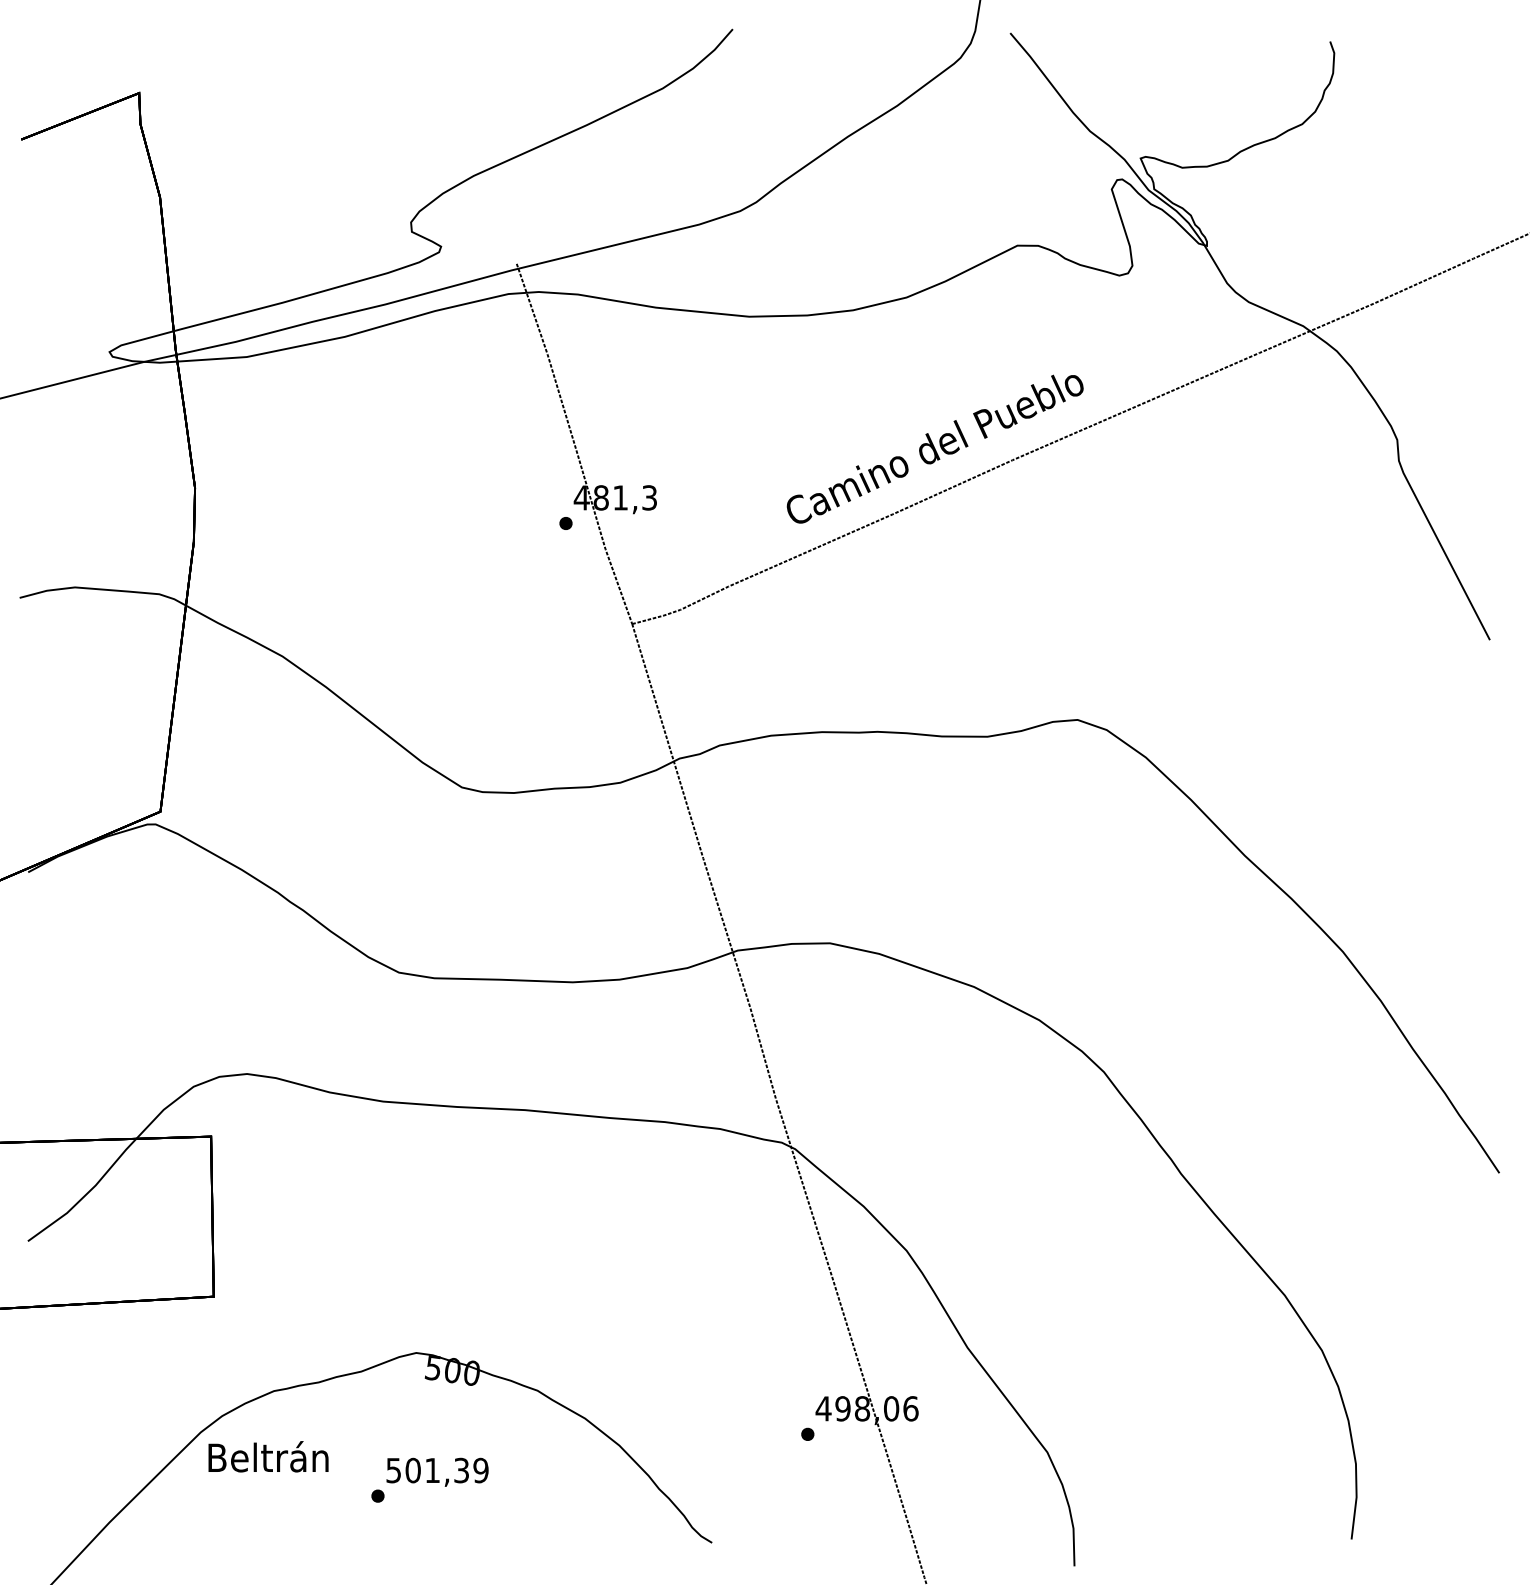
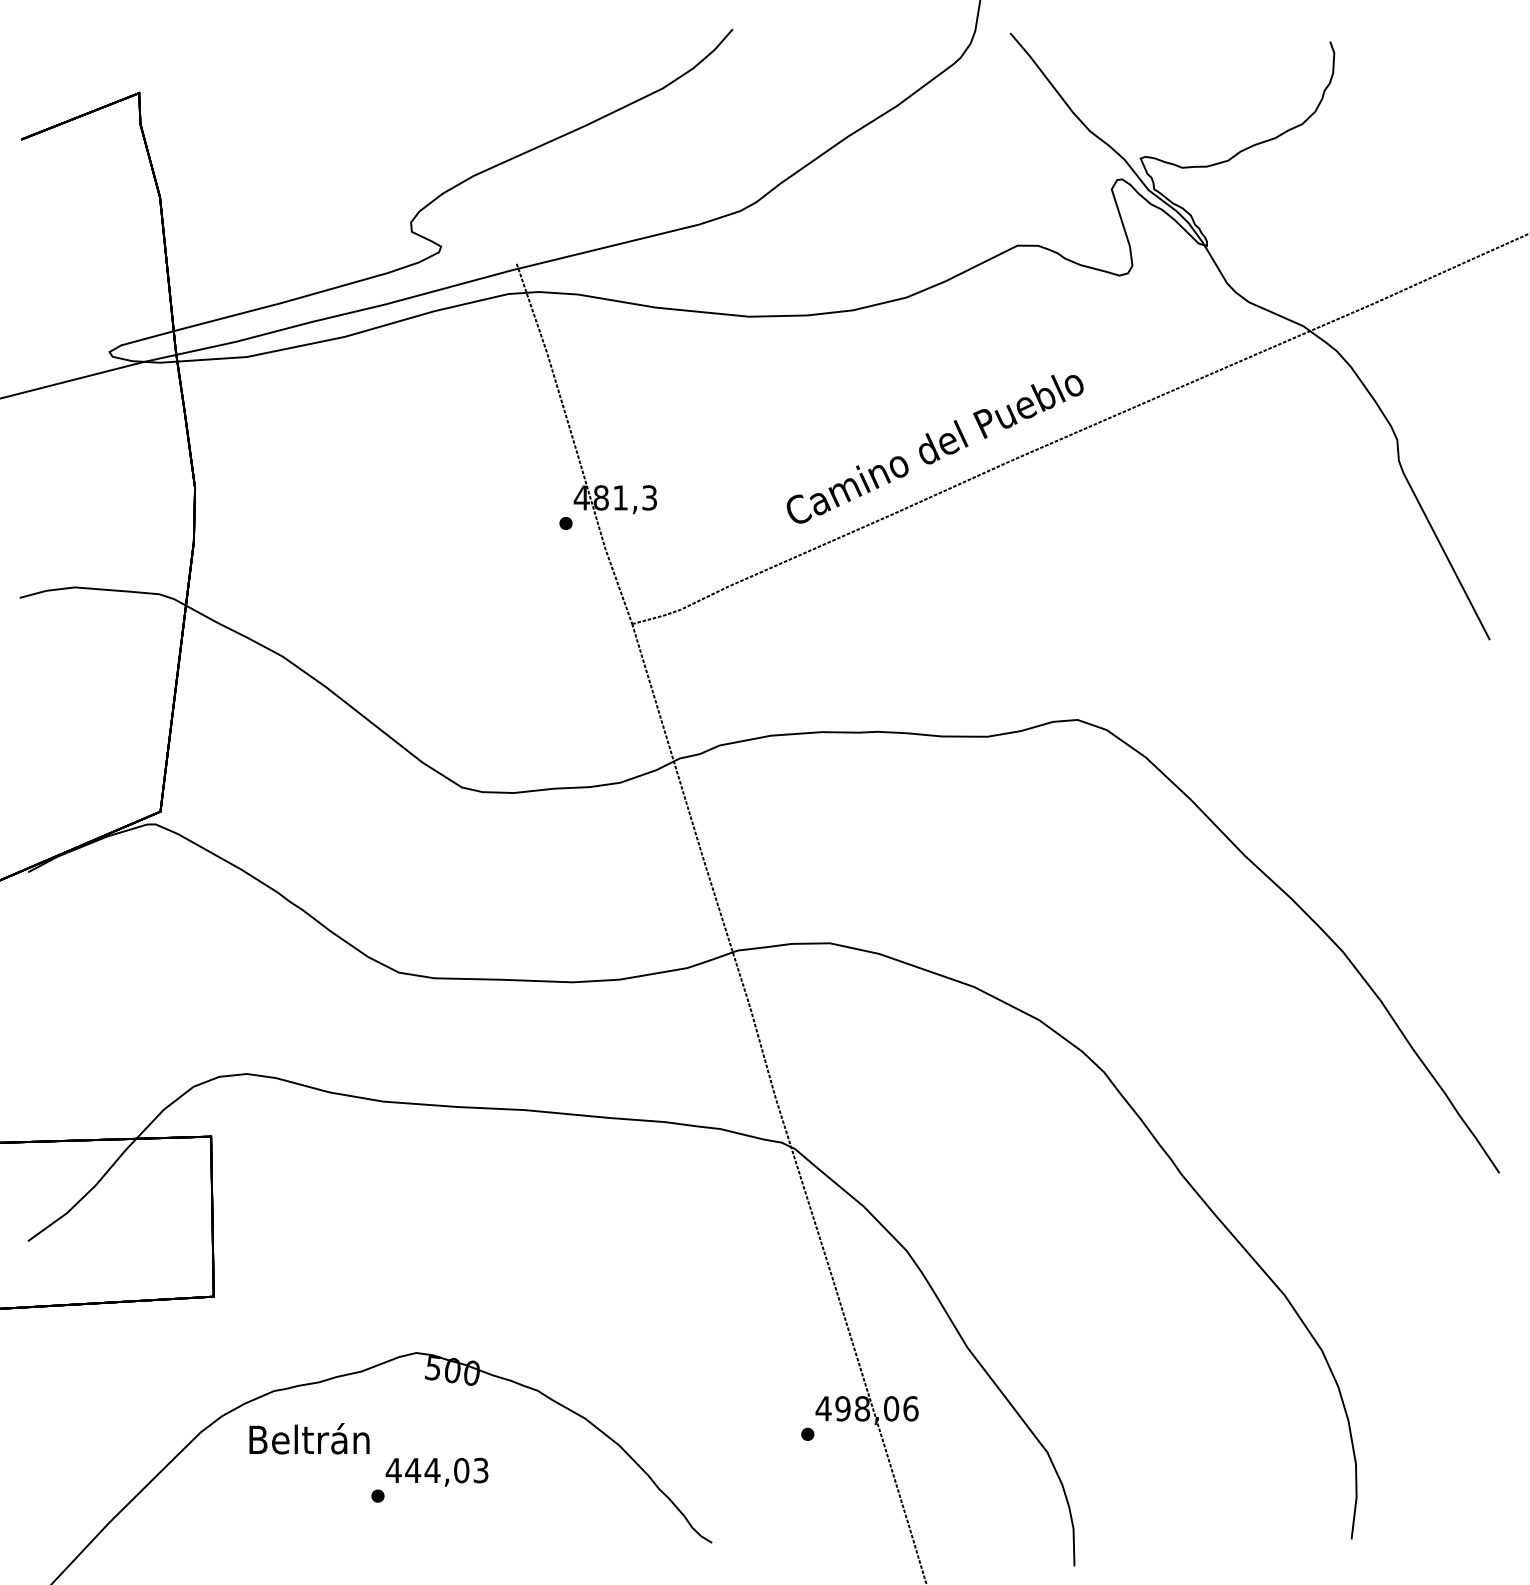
text at (268, 1456) position: (268, 1456) -> (309, 1438)
text at (436, 1470): 501,39 -> 444,03
